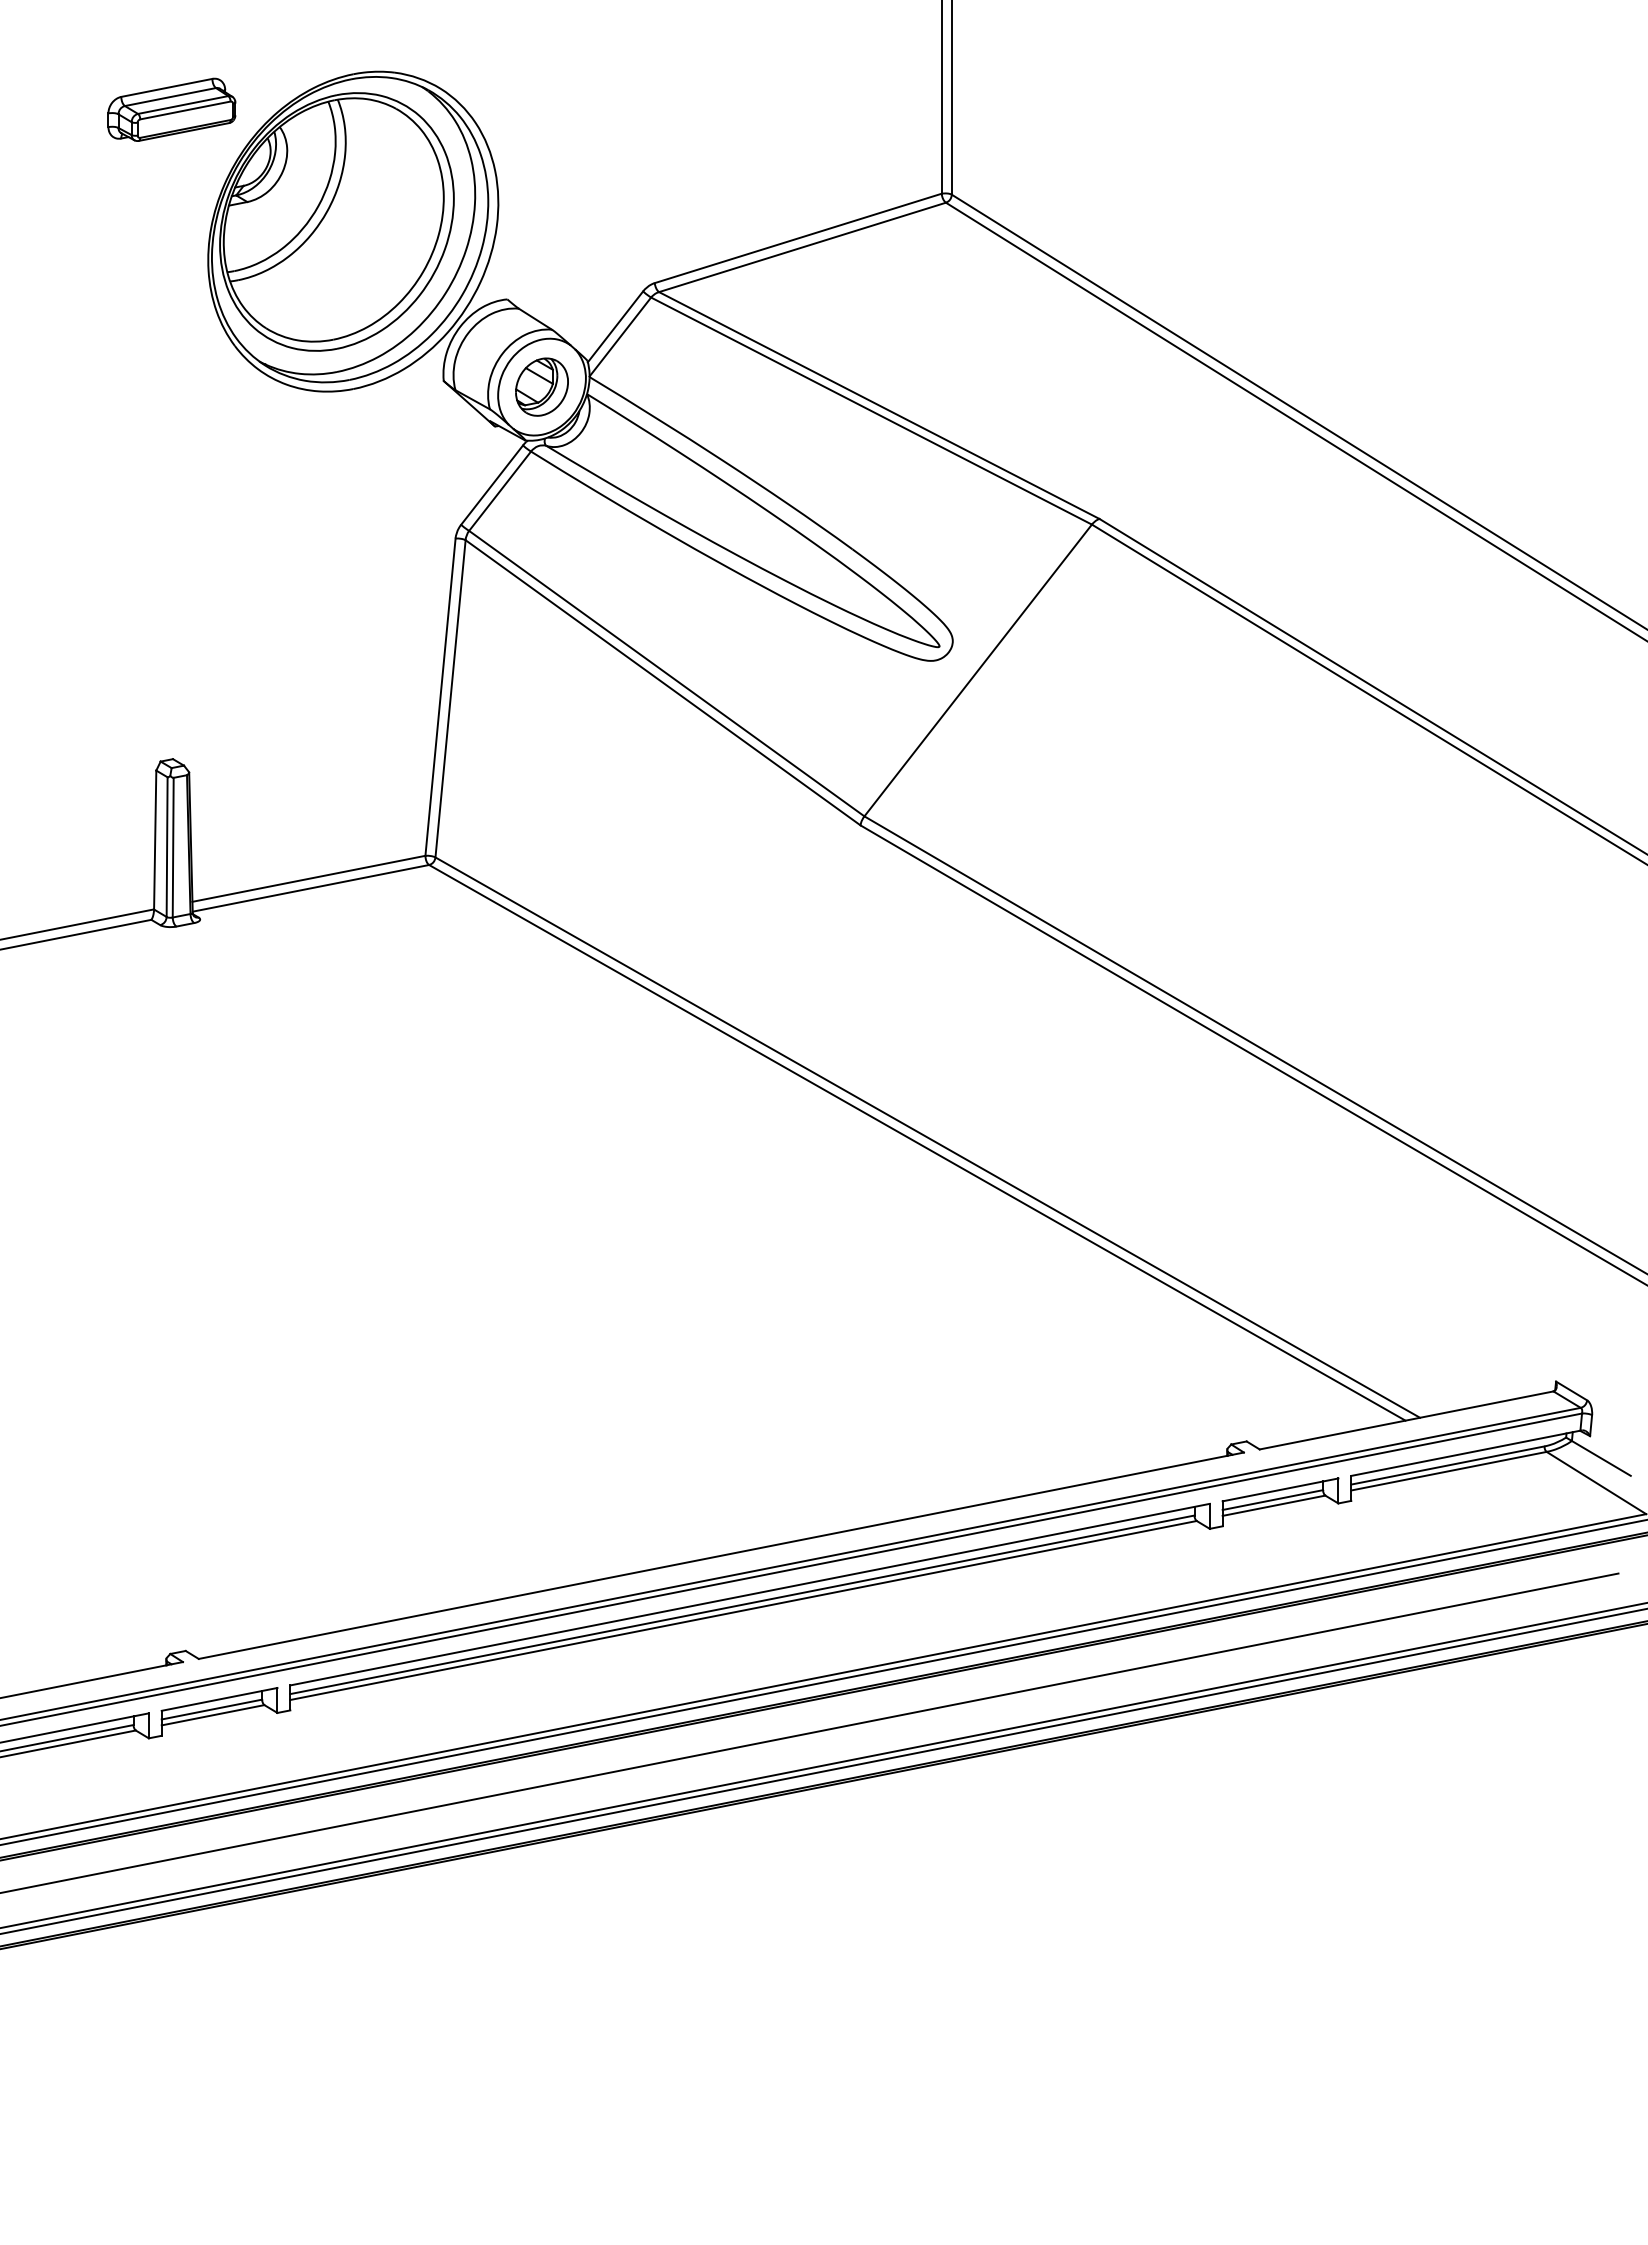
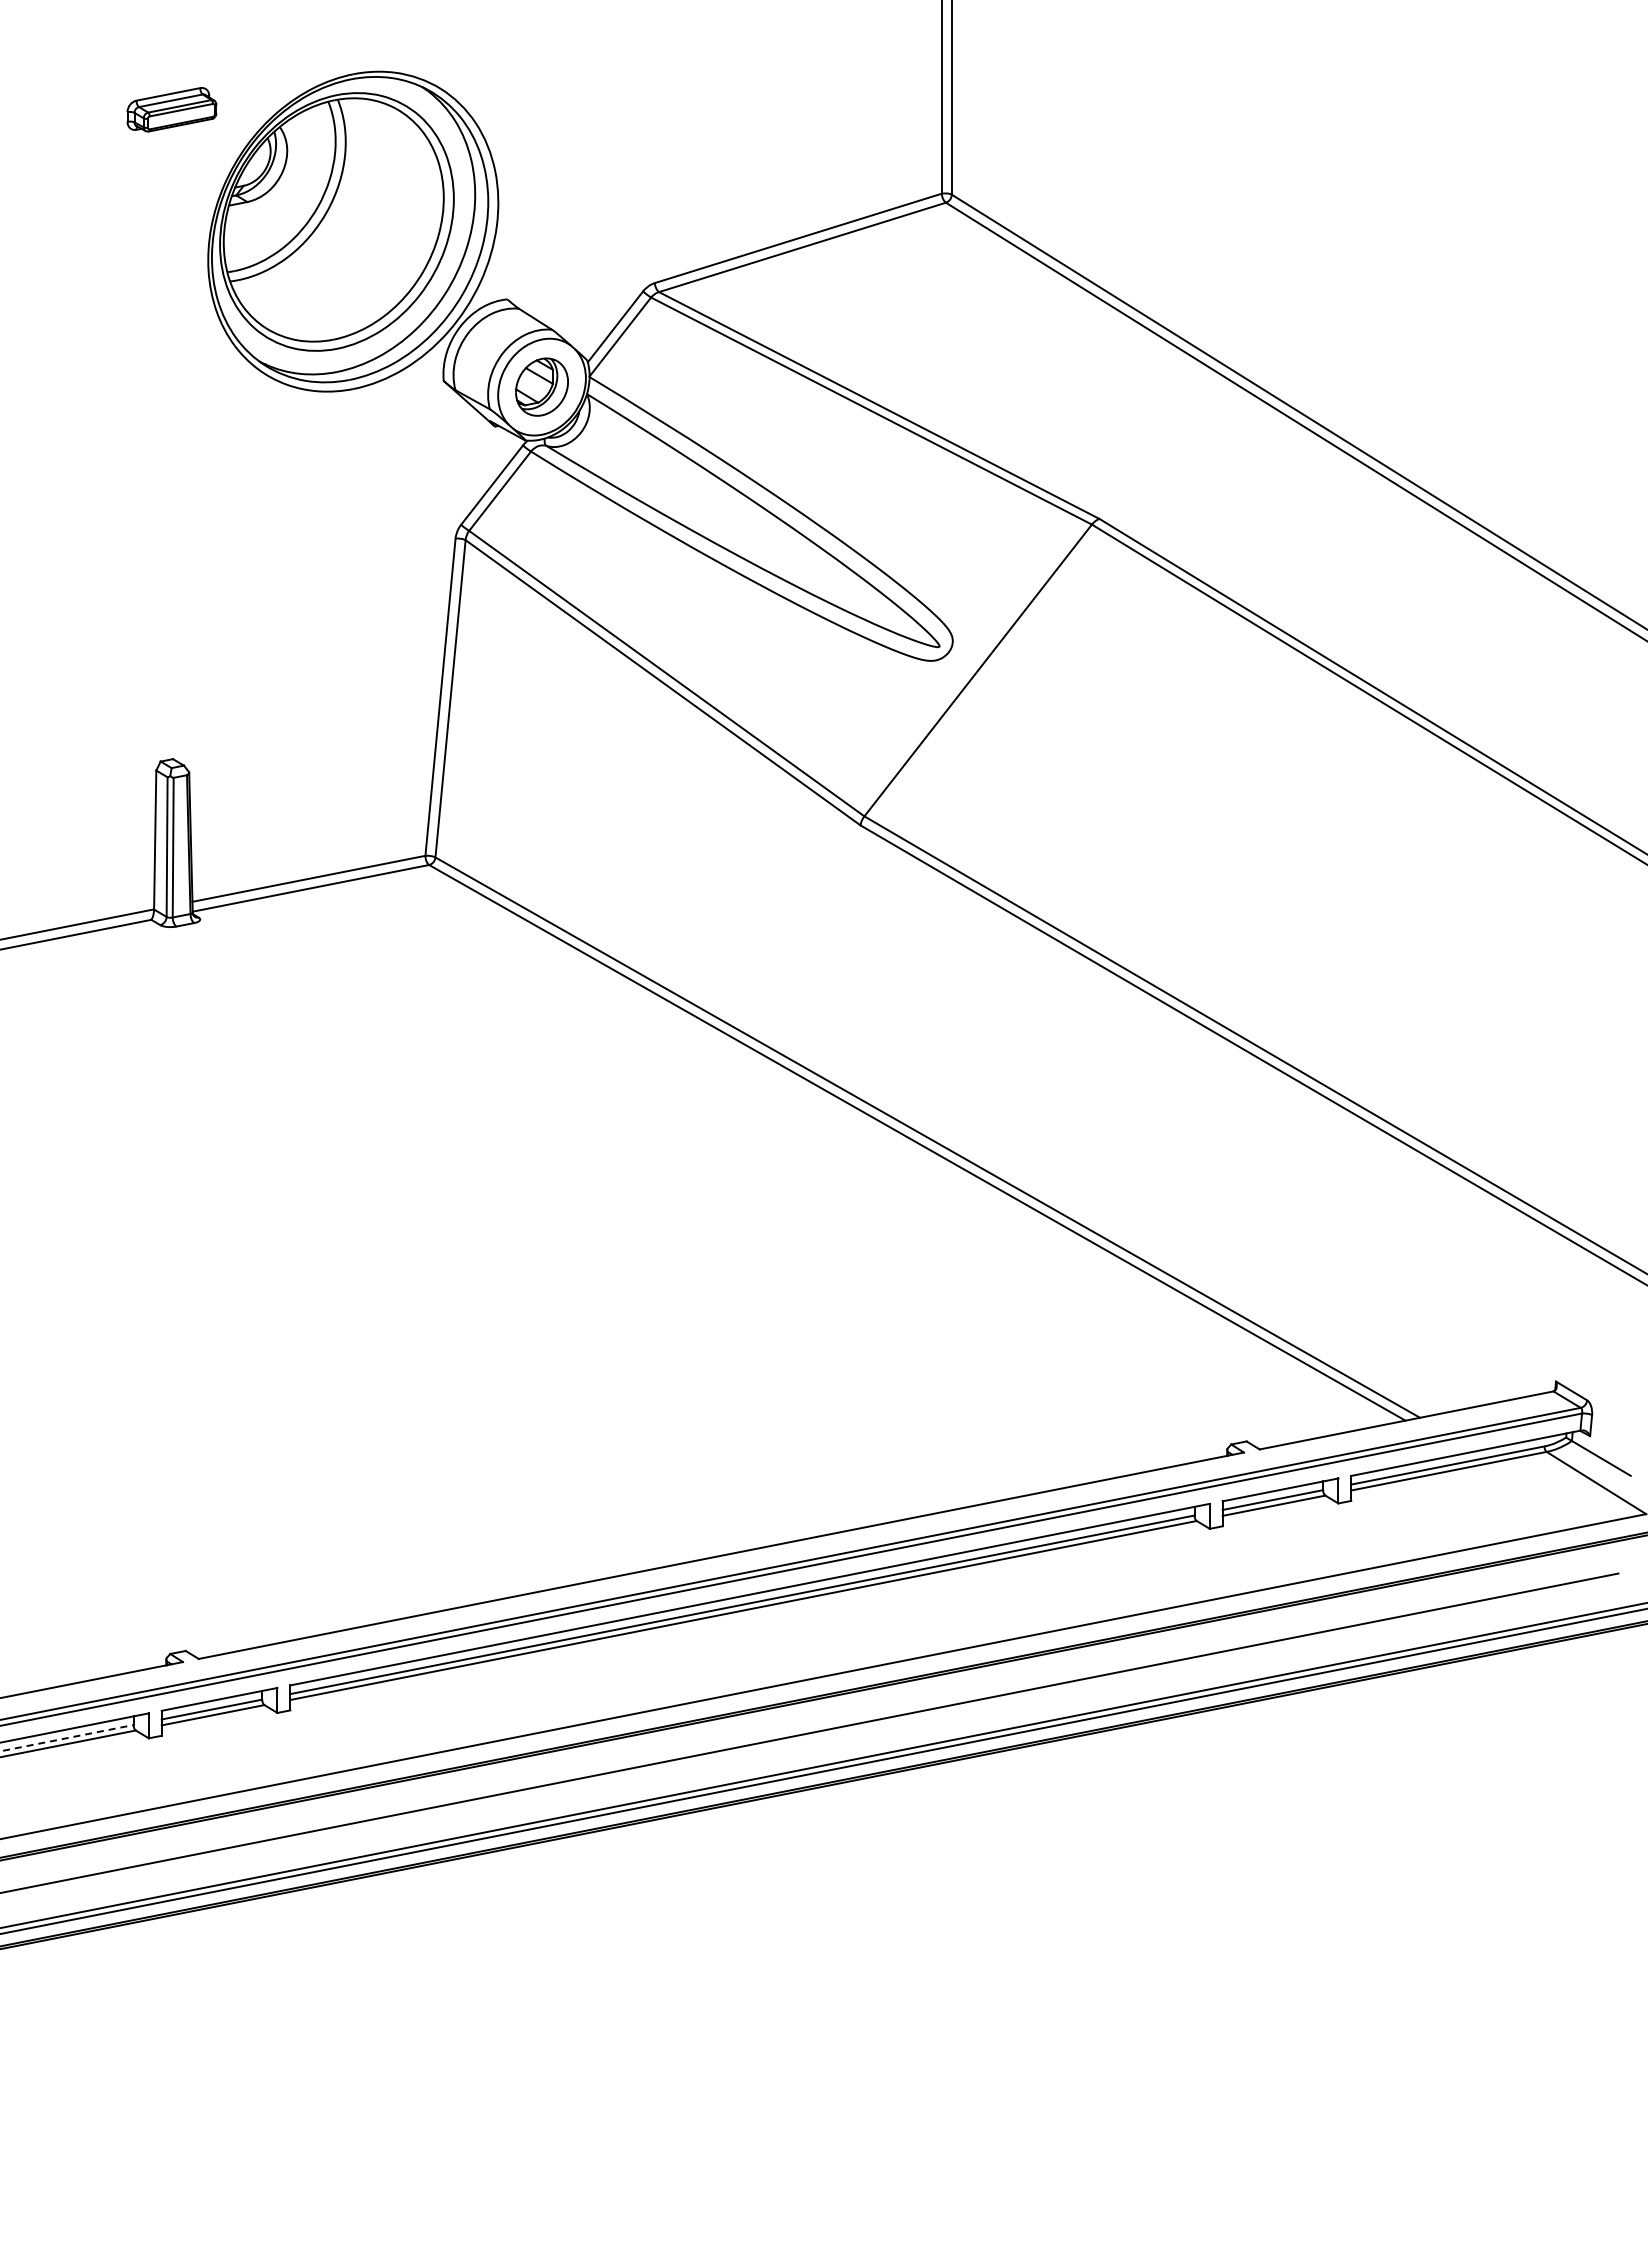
part at (171, 109) size: 130x65 px -> 92x46 px
line at (823, 1682): present -> none
line at (66, 1738): solid -> dashed
